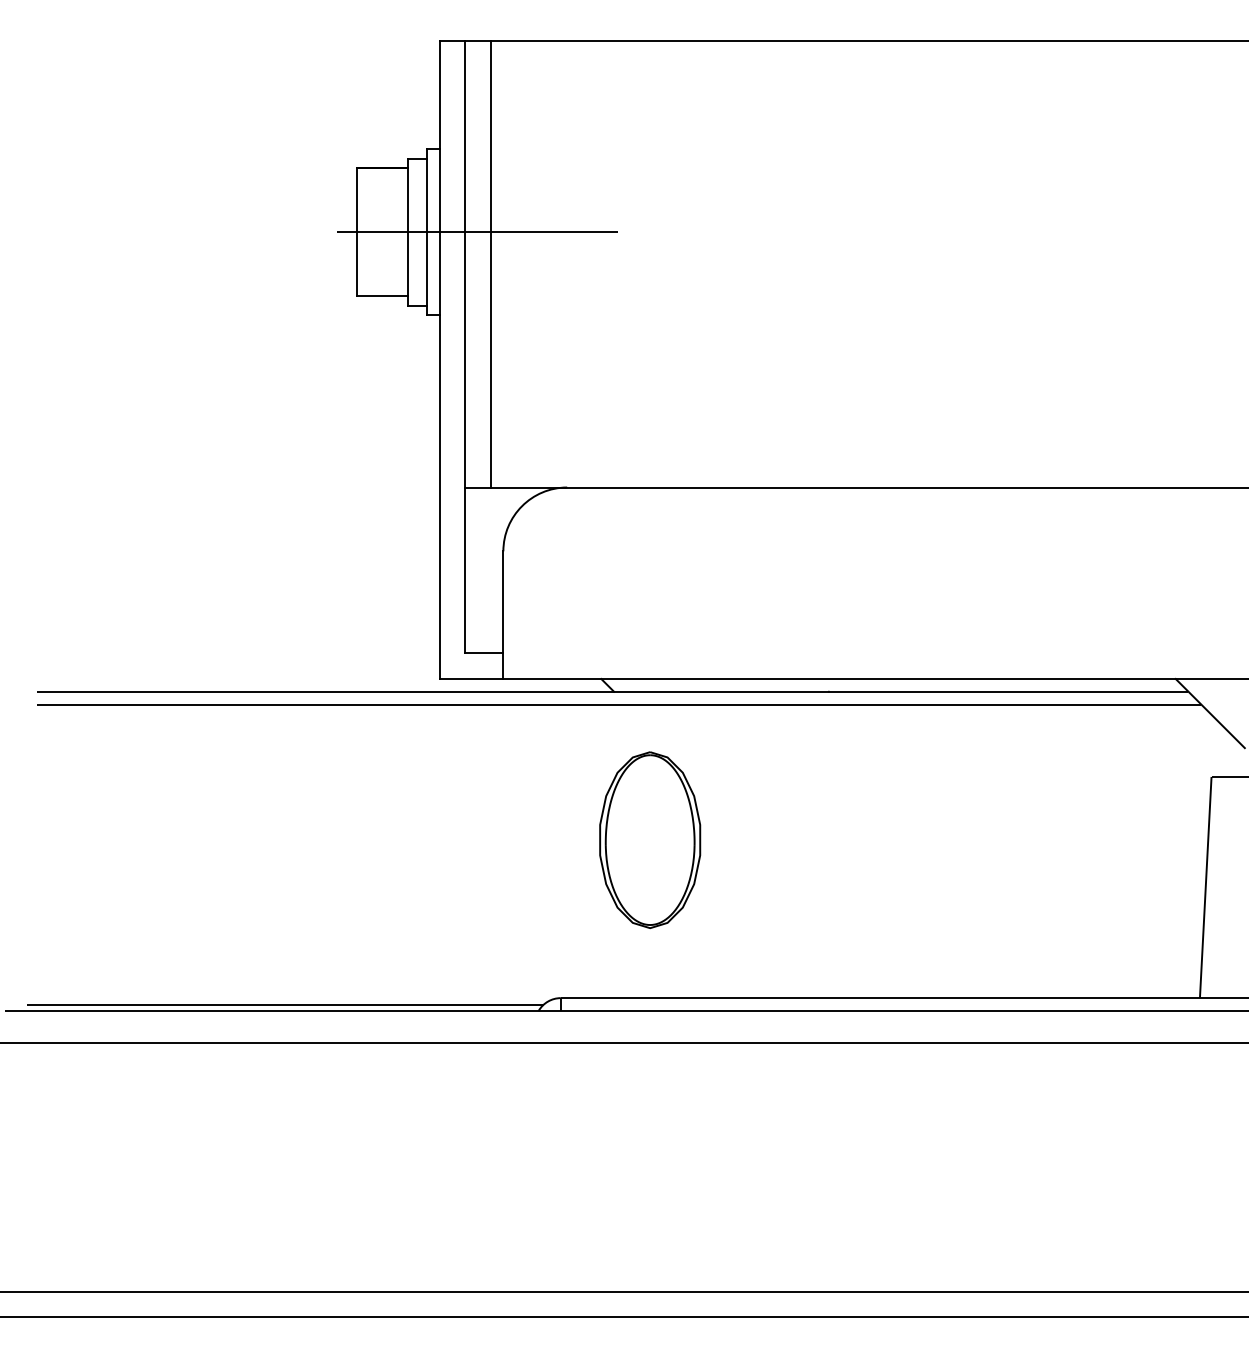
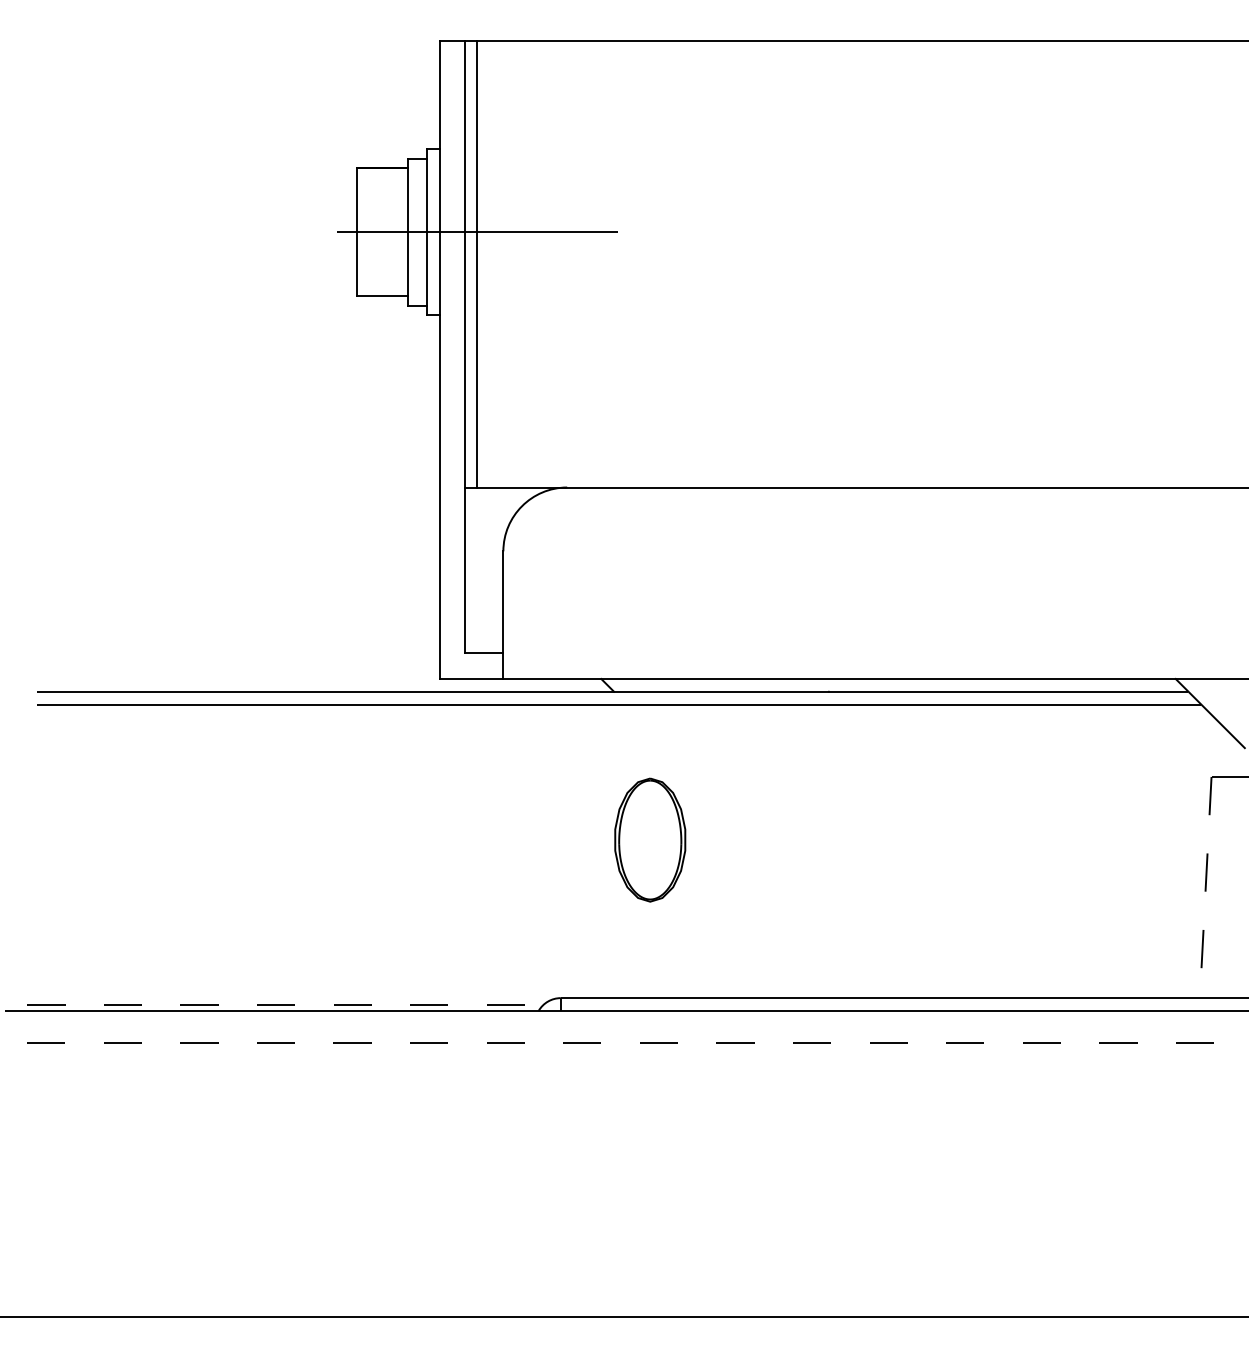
line at (490, 263) position: (490, 263) -> (476, 263)
part at (650, 839) size: 103x178 px -> 73x126 px
line at (1205, 887): solid -> dashed
line at (286, 1004): solid -> dashed
line at (624, 1042): solid -> dashed
line at (623, 1291): present -> none
